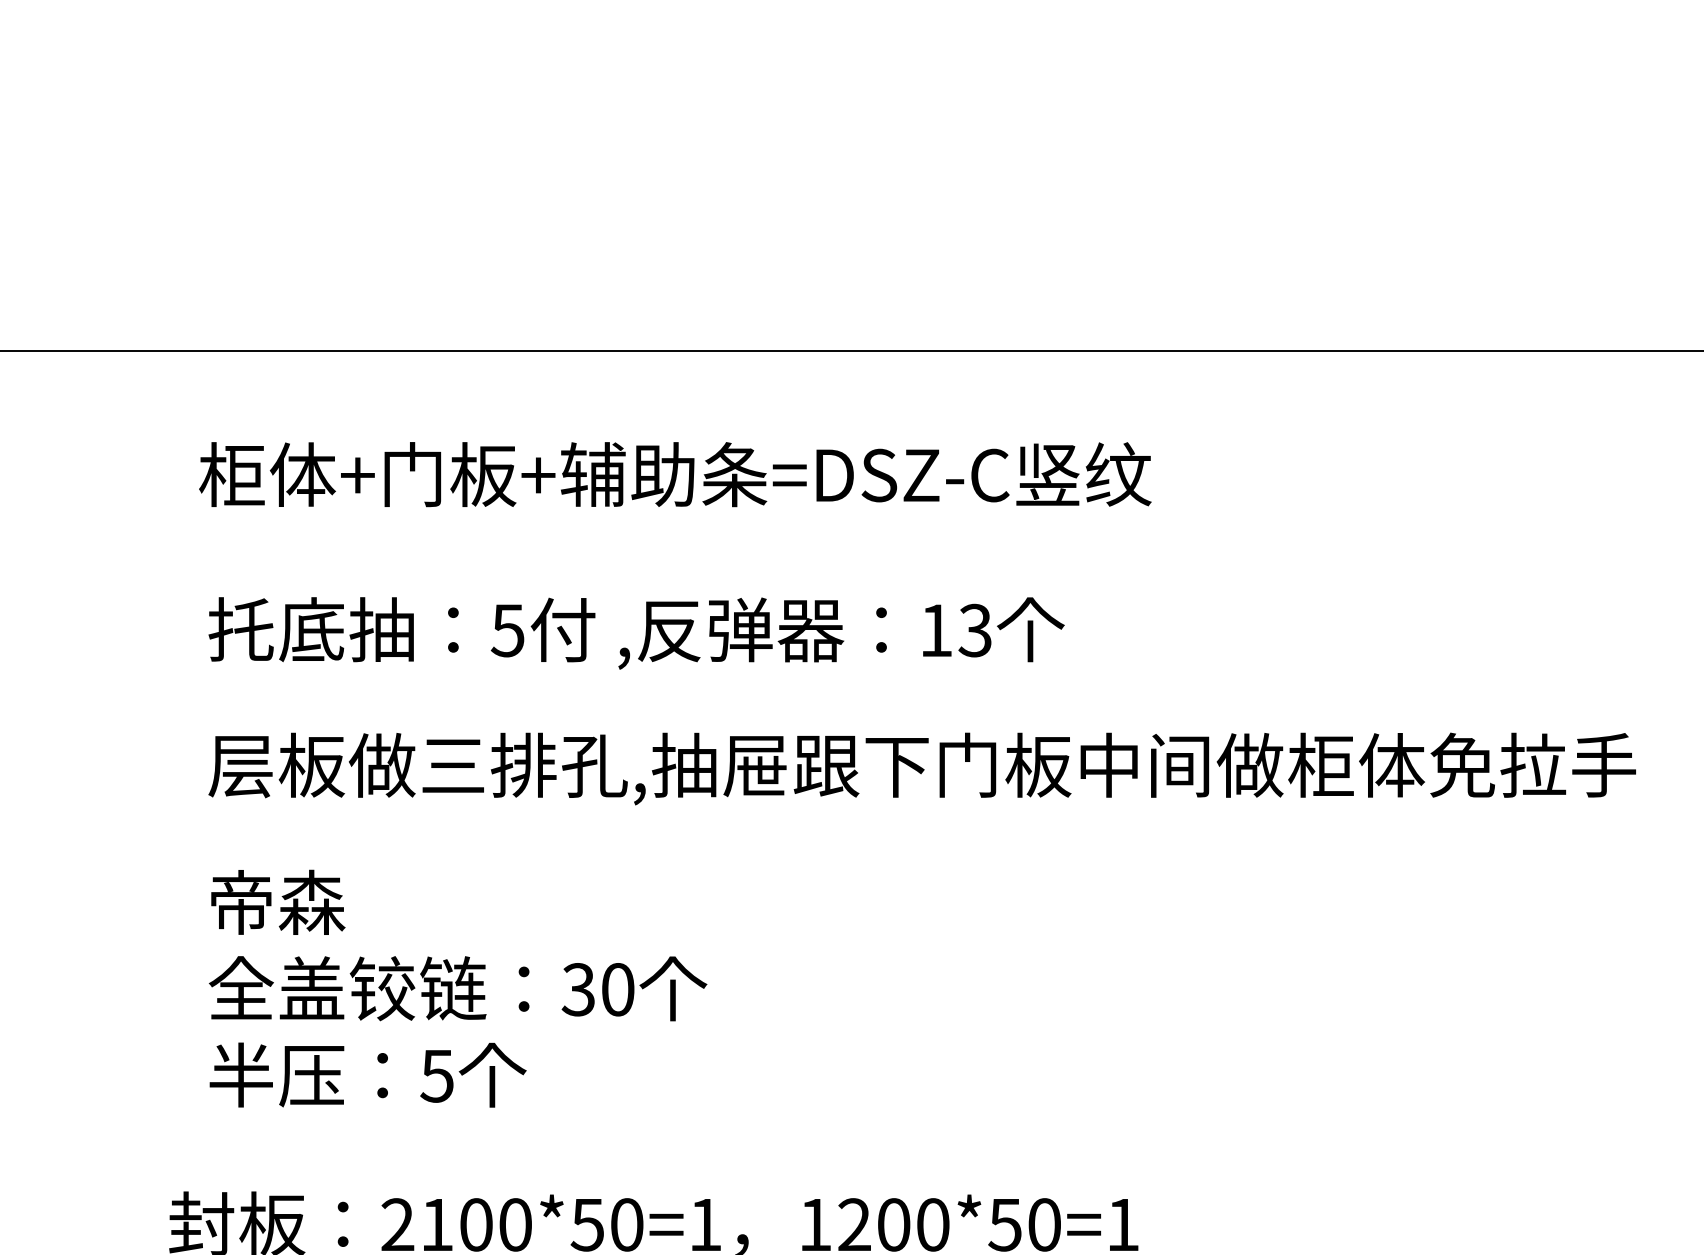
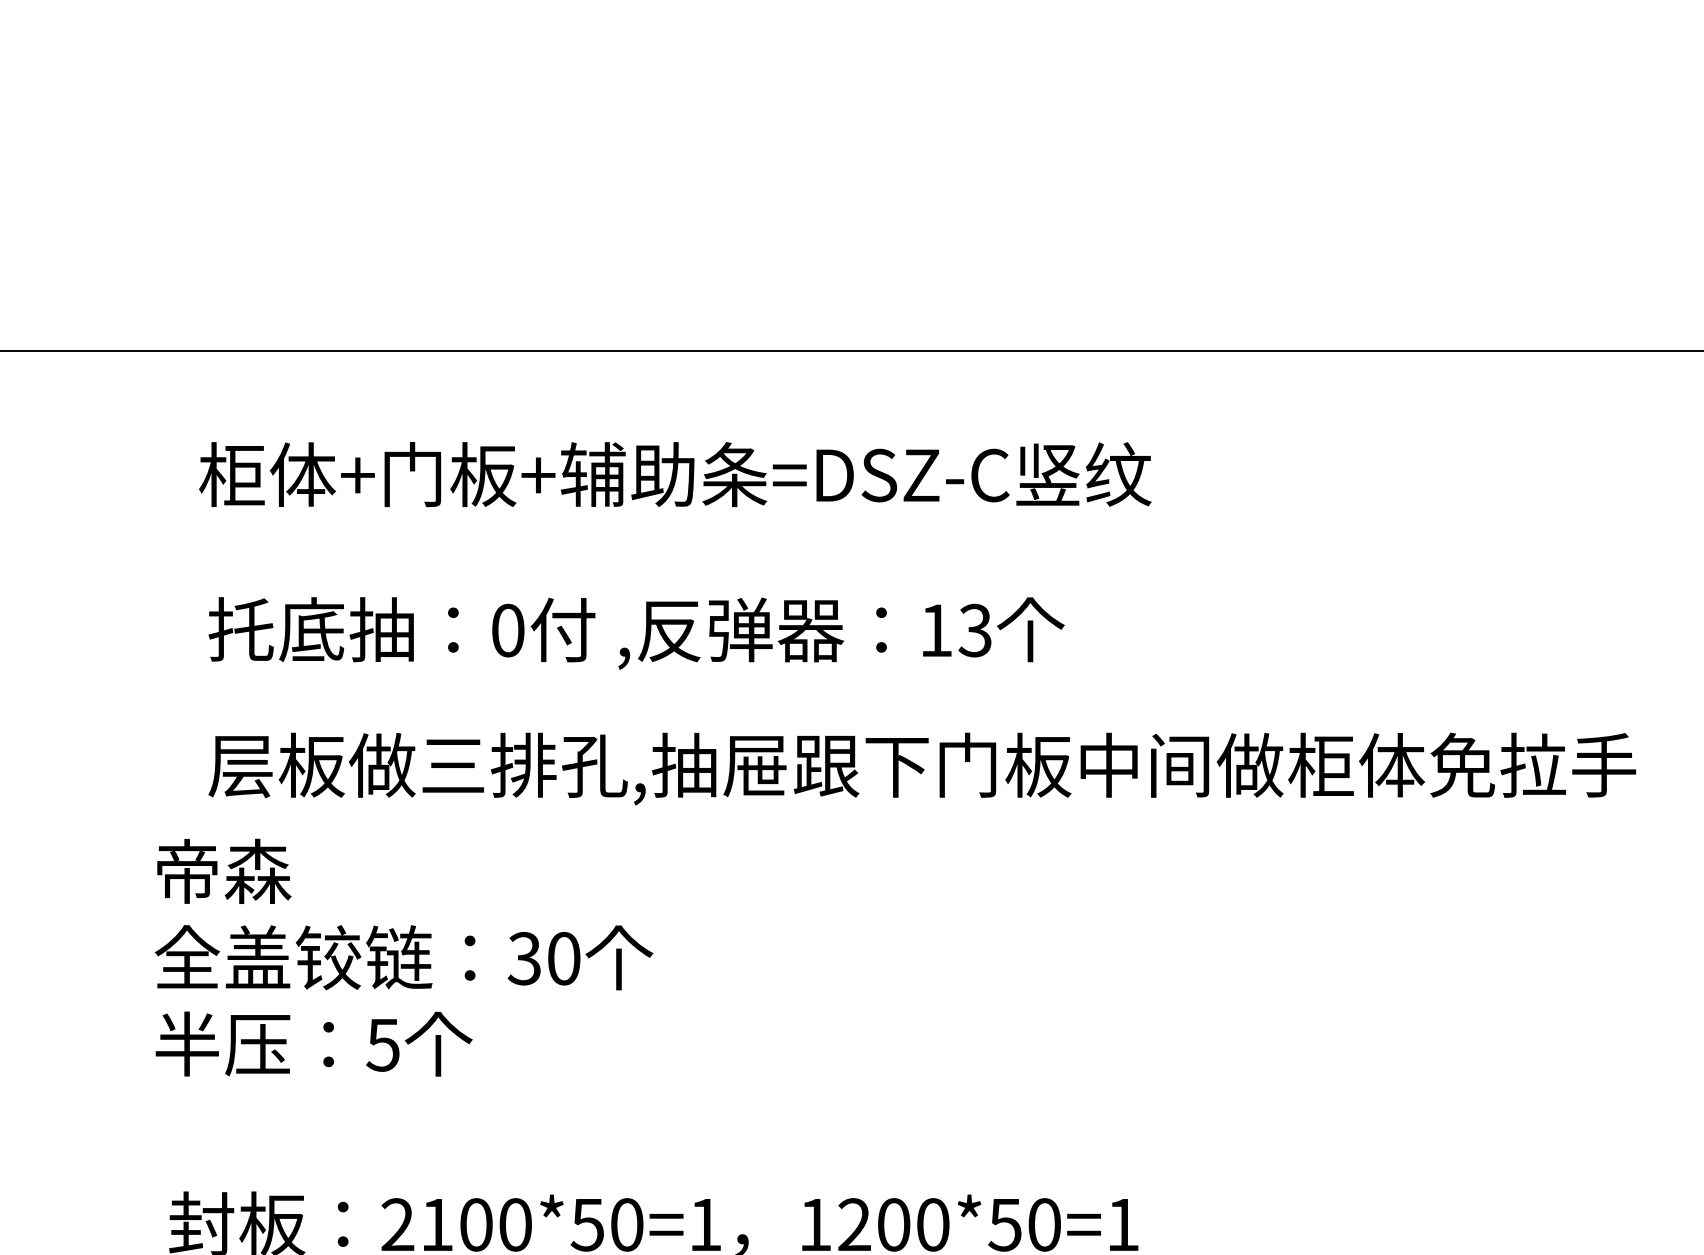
text at (507, 630): 5 -> 0
text at (458, 988) position: (458, 988) -> (404, 957)
